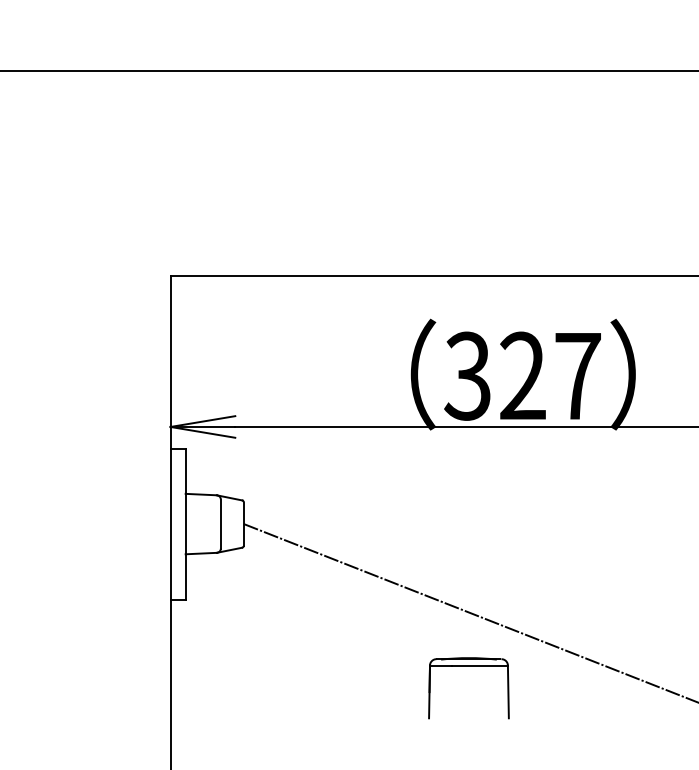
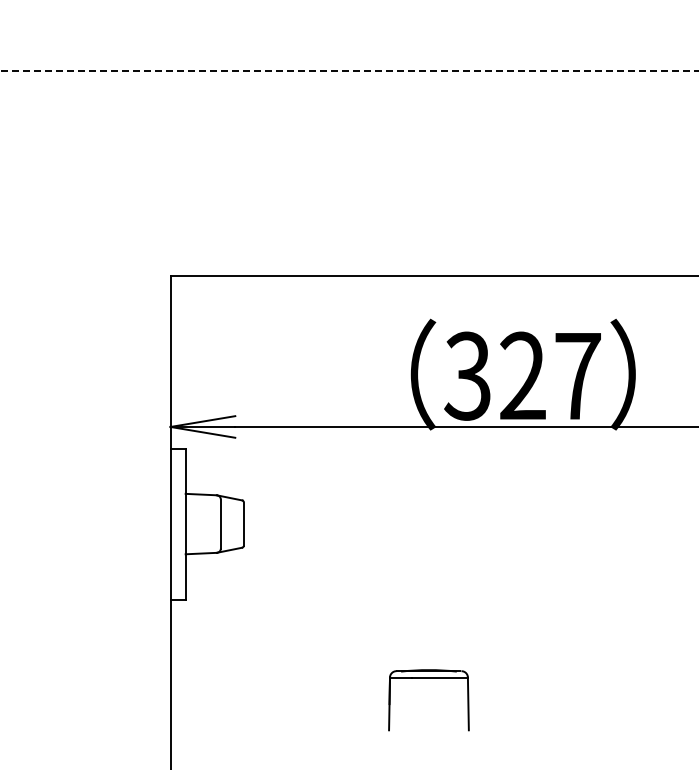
line at (349, 70): solid -> dashed
line at (469, 612): present -> none
part at (468, 666) position: (468, 666) -> (428, 678)
